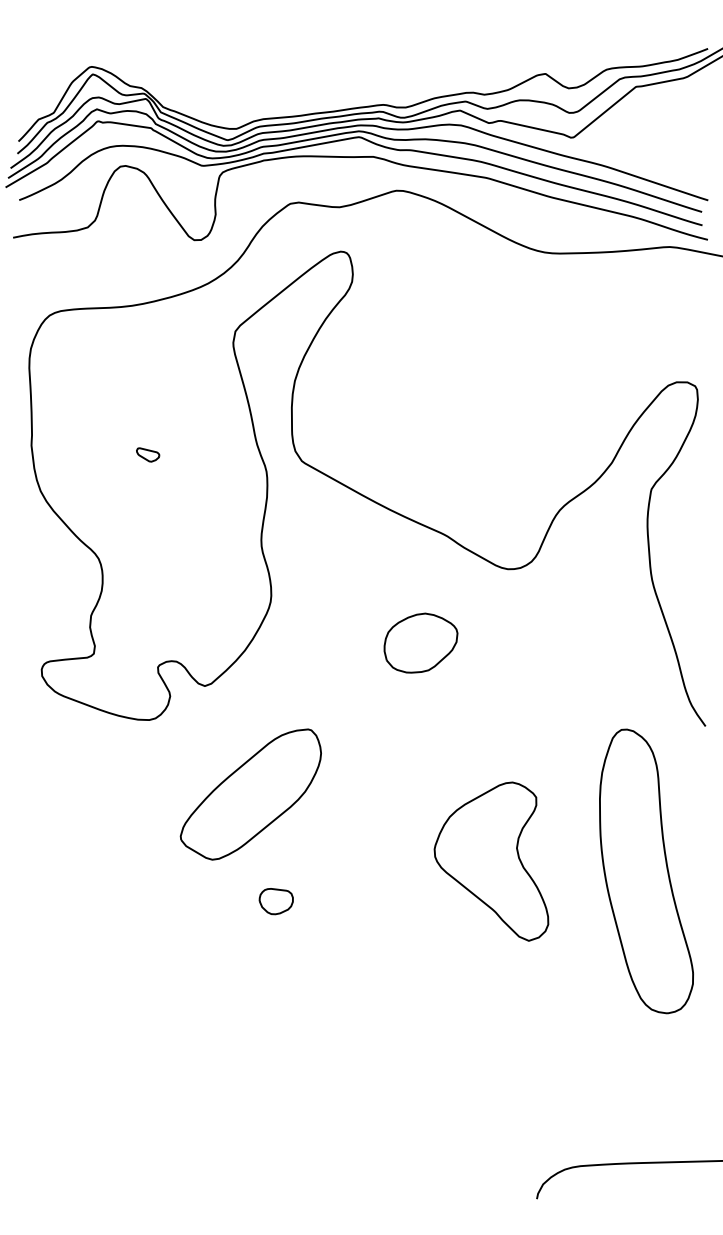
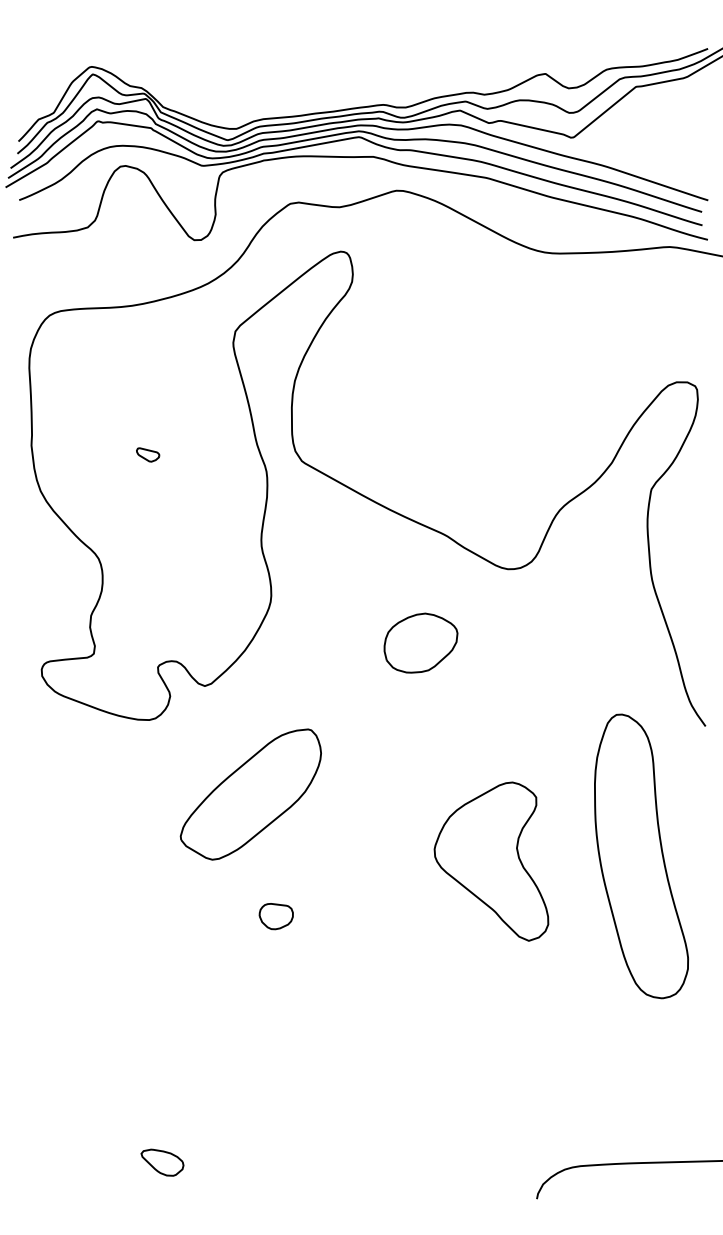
part at (646, 871) position: (646, 871) -> (641, 856)
part at (275, 901) position: (275, 901) -> (275, 916)
part at (162, 1162): none -> present
